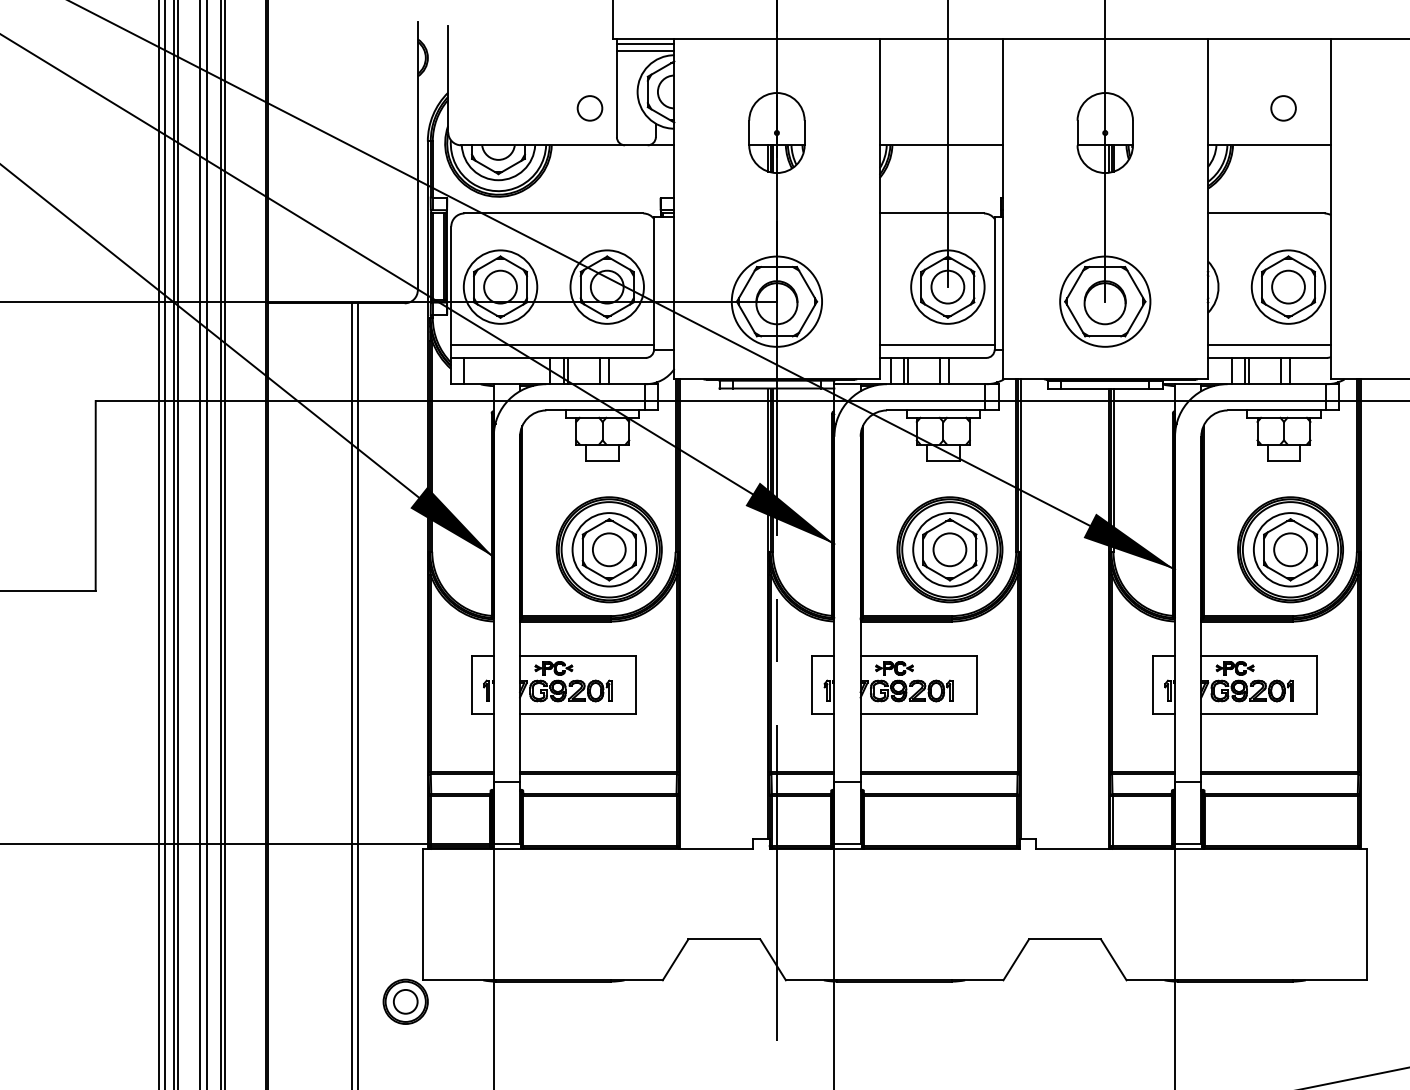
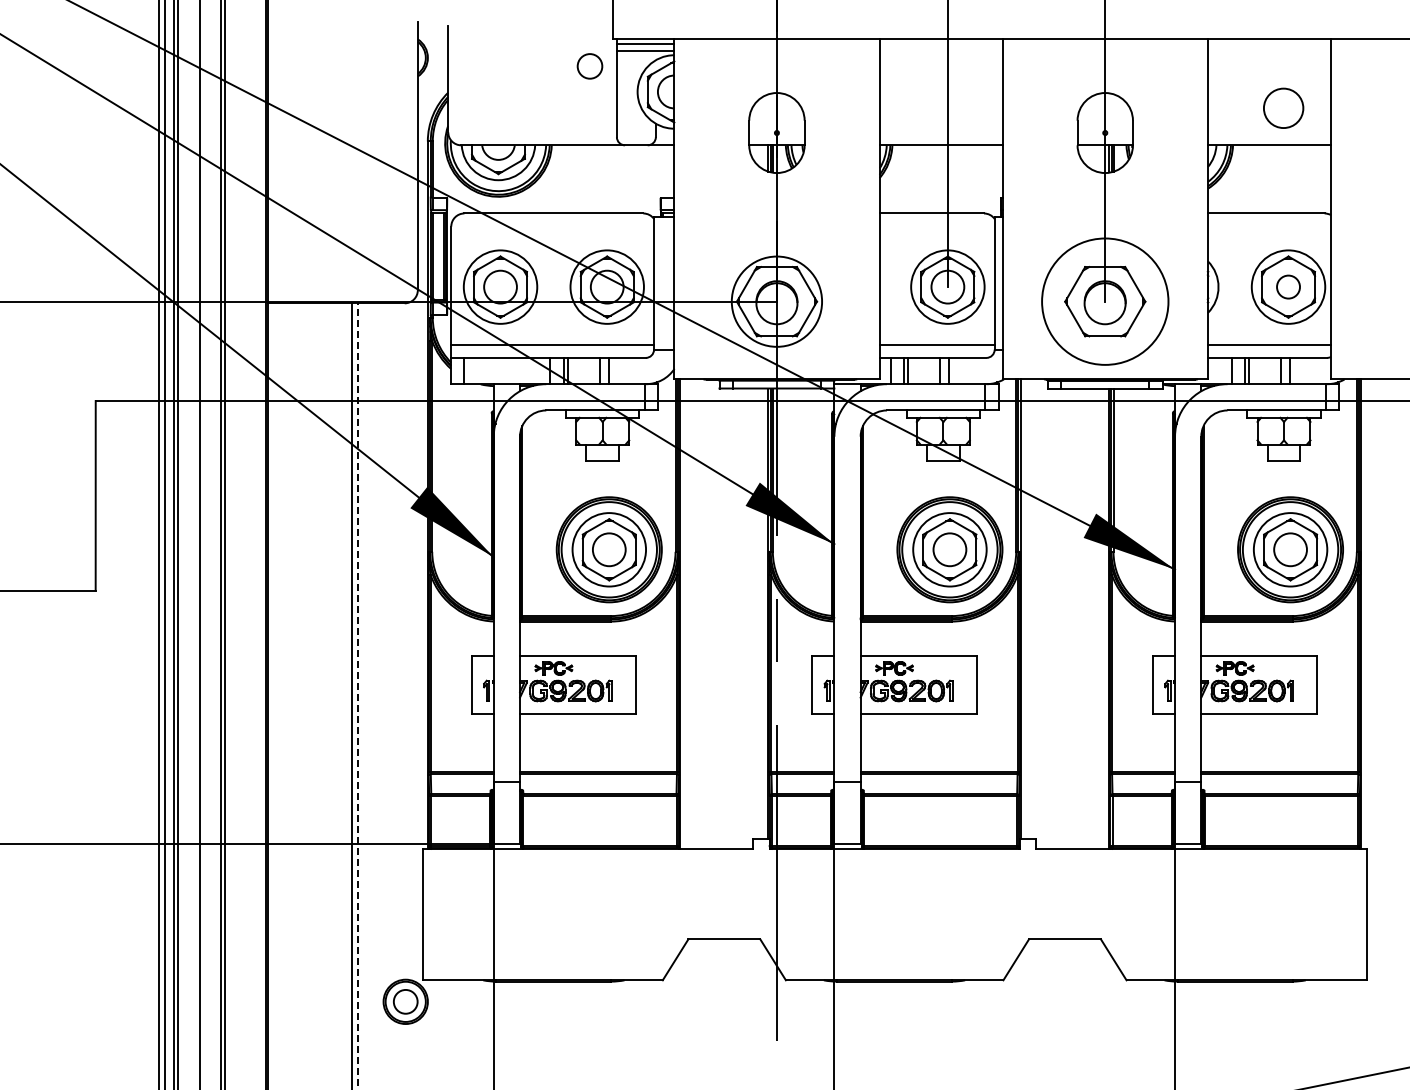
circle at (589, 108) position: (589, 108) -> (589, 66)
circle at (1283, 108) size: 27x27 px -> 42x42 px
circle at (1288, 286) size: 35x36 px -> 25x26 px
circle at (1105, 301) diameter: 90 px -> 126 px
line at (207, 544): present -> none
line at (358, 696): solid -> dashed
